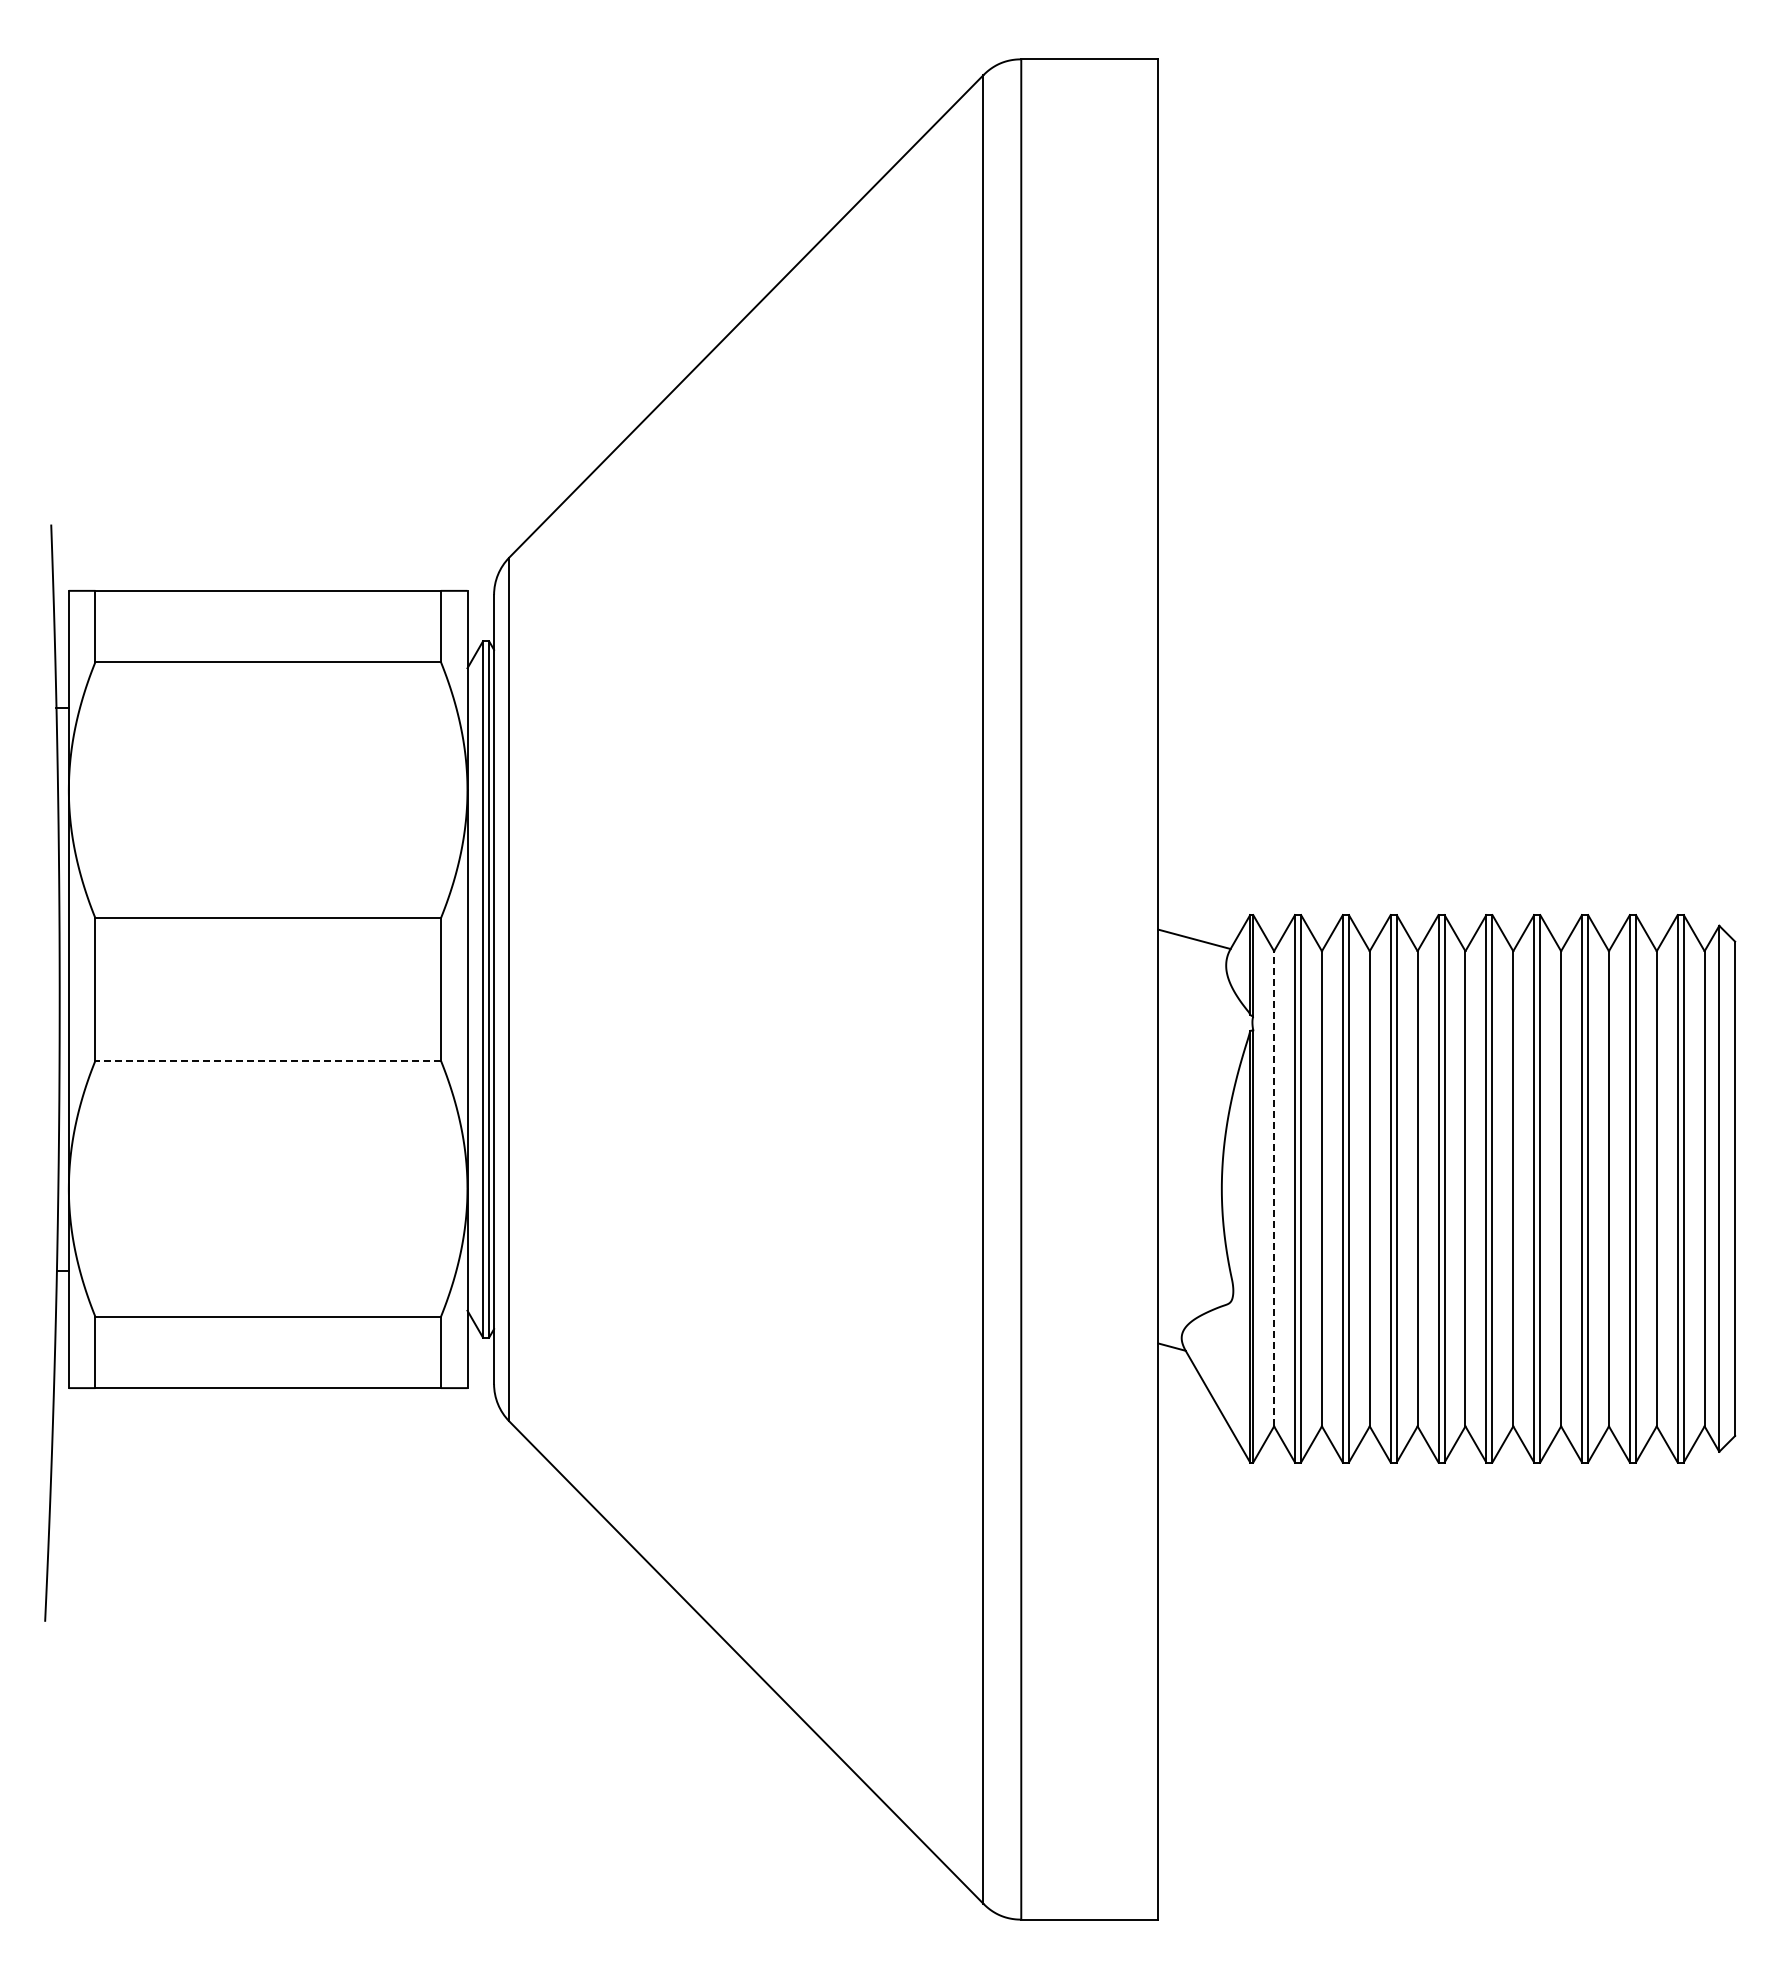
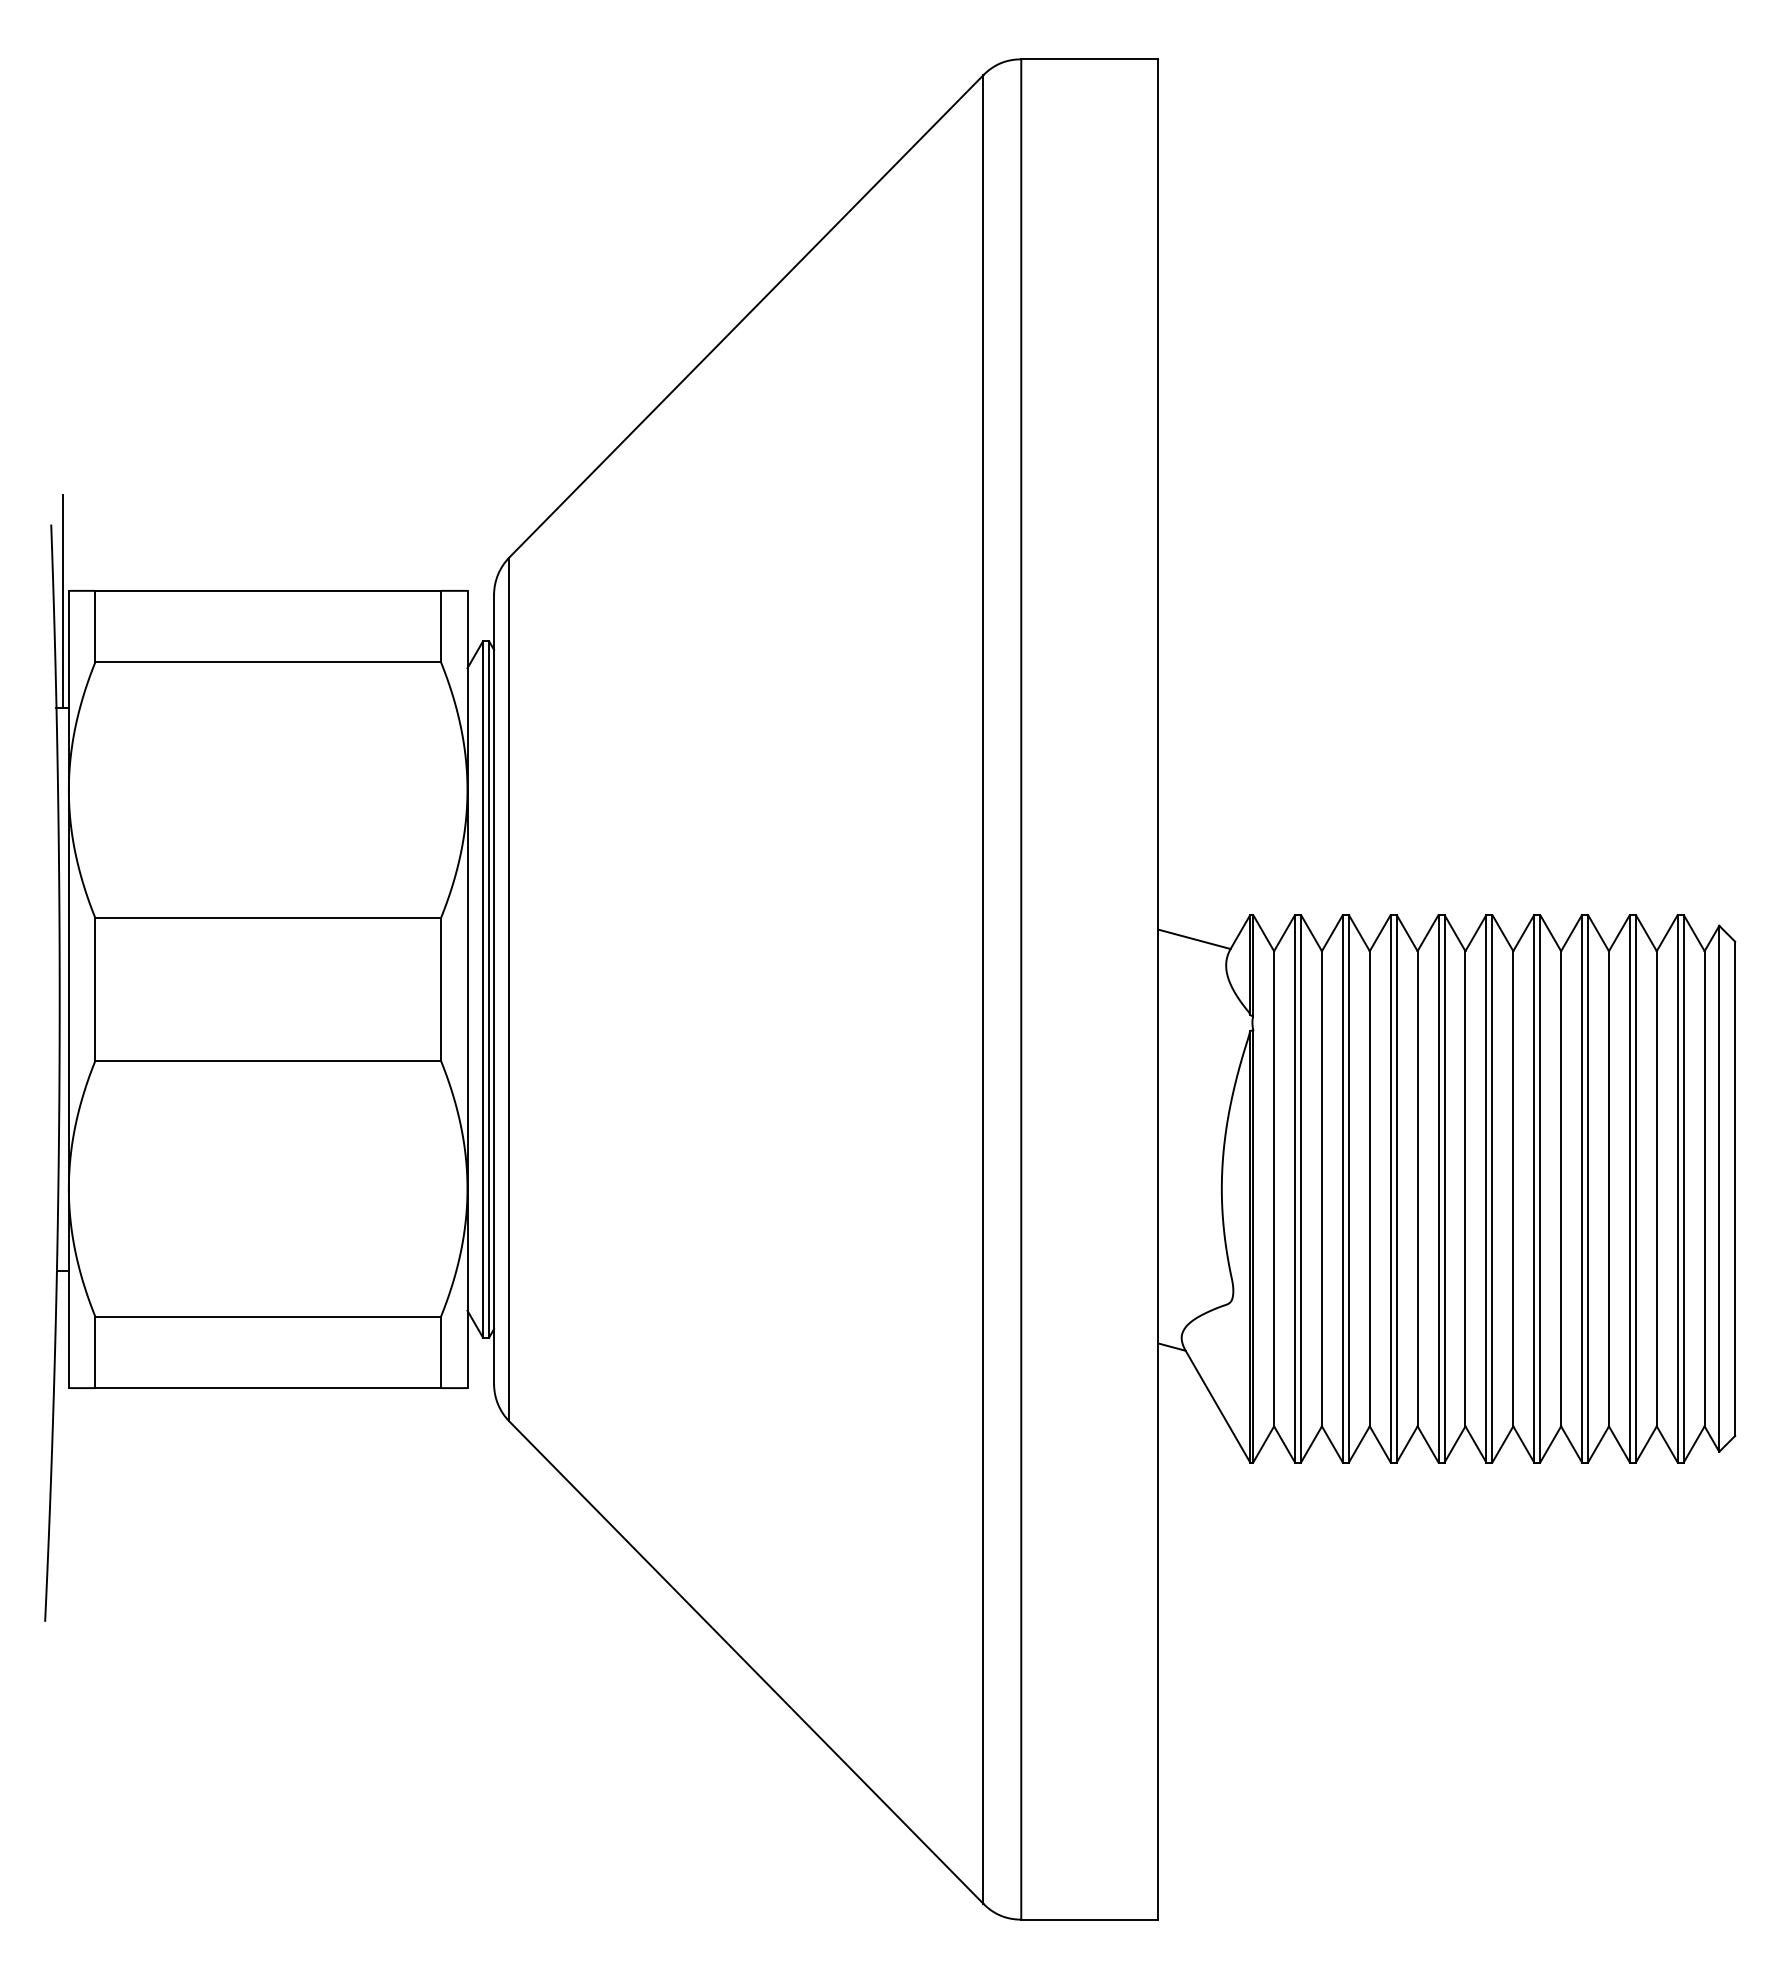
line at (62, 600): none -> present
line at (268, 1060): dashed -> solid
line at (1274, 1188): dashed -> solid
